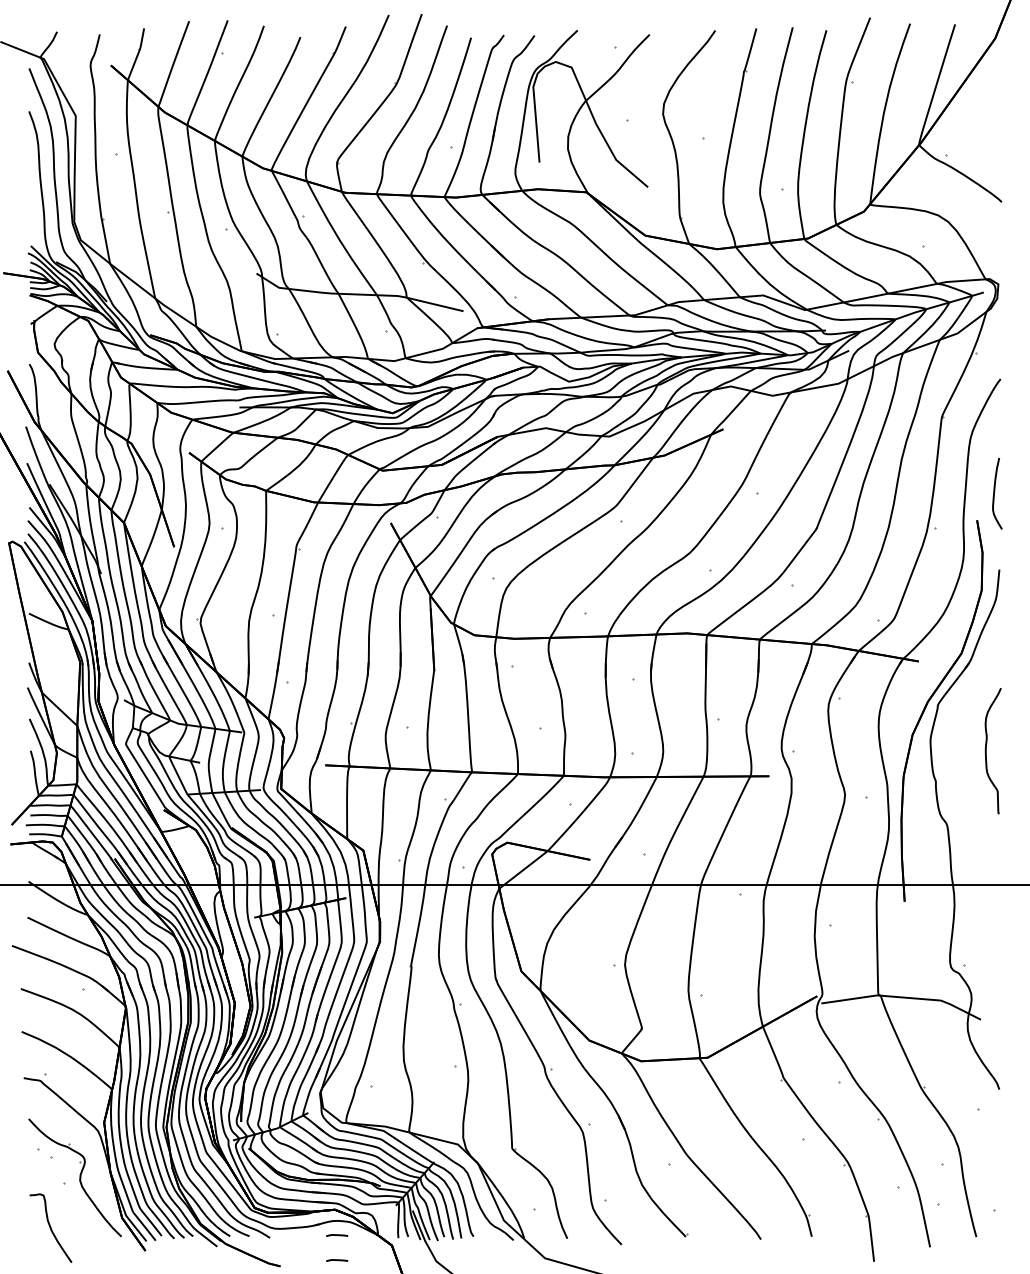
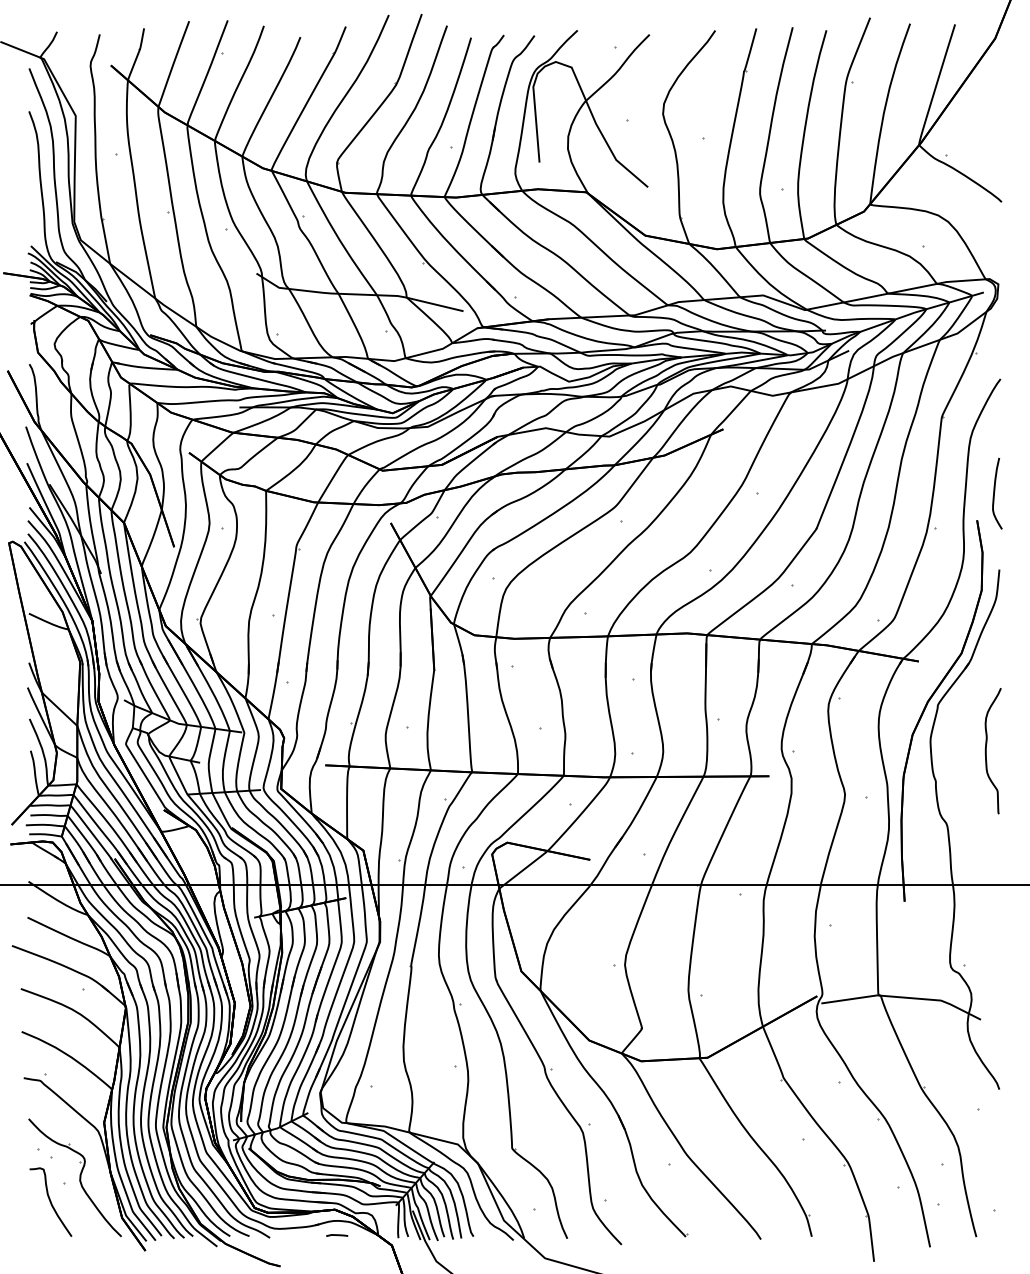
curve at (50, 1227) position: (50, 1227) -> (50, 1201)
line at (337, 1260): present -> none
